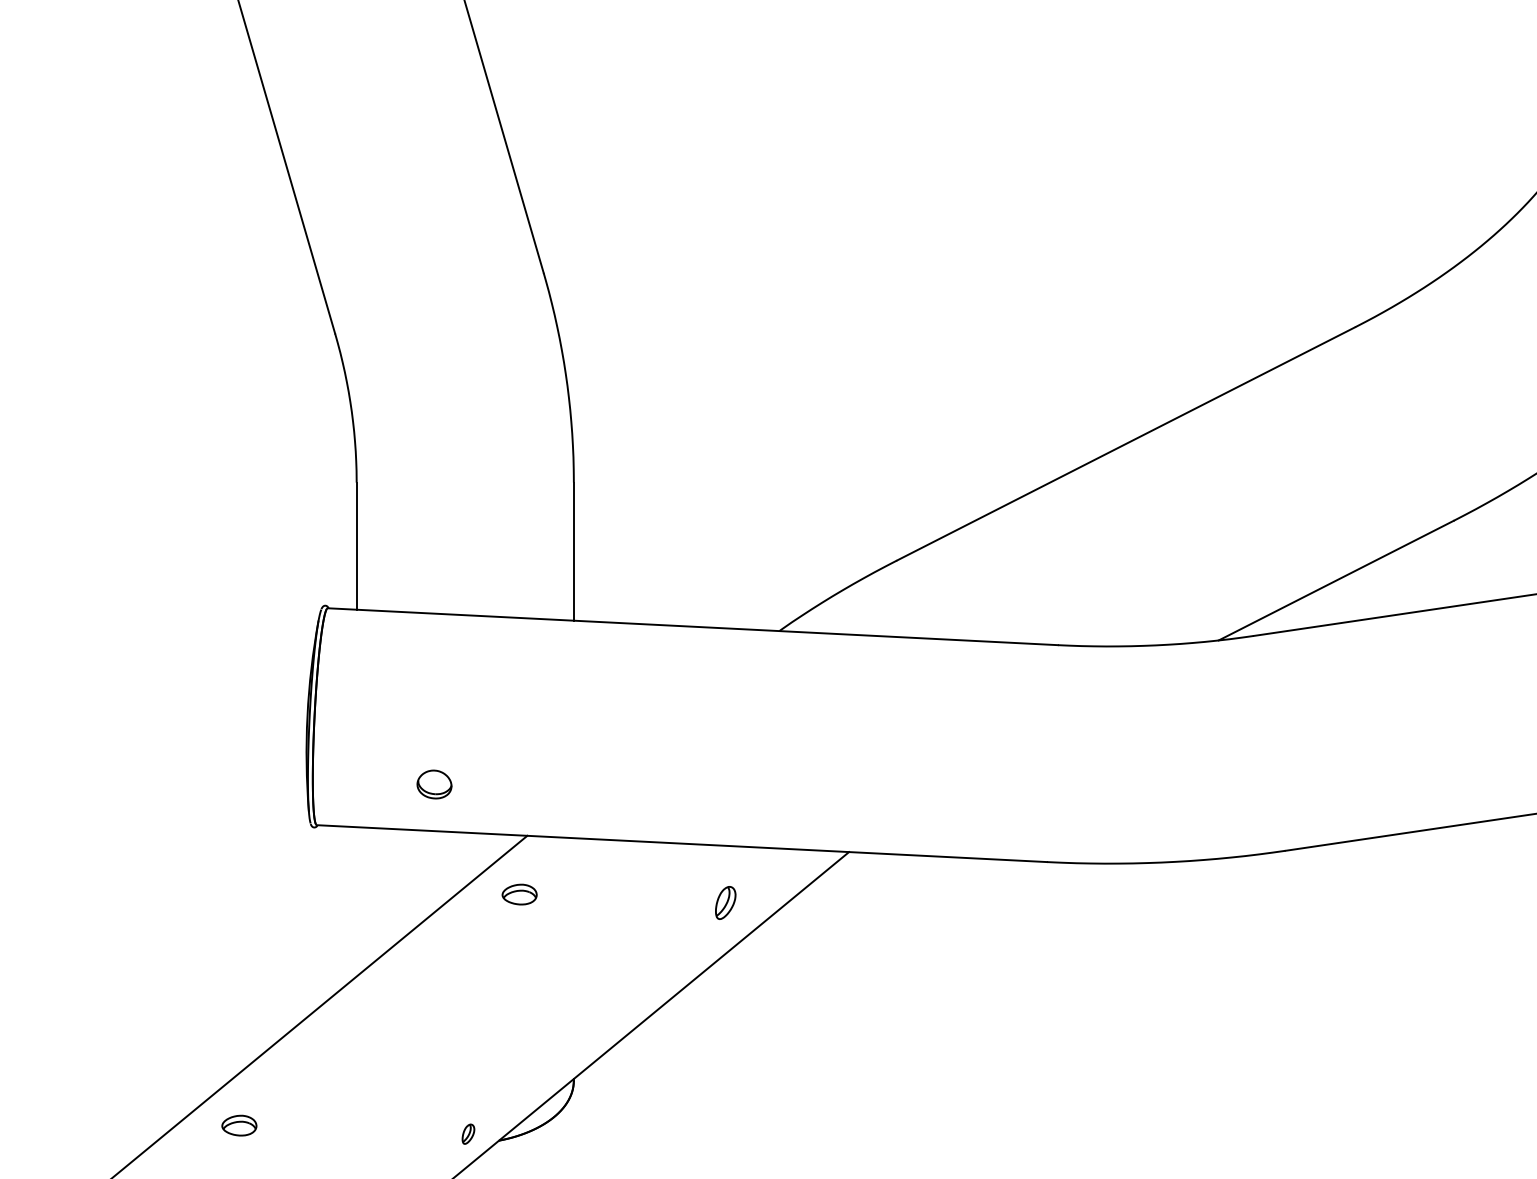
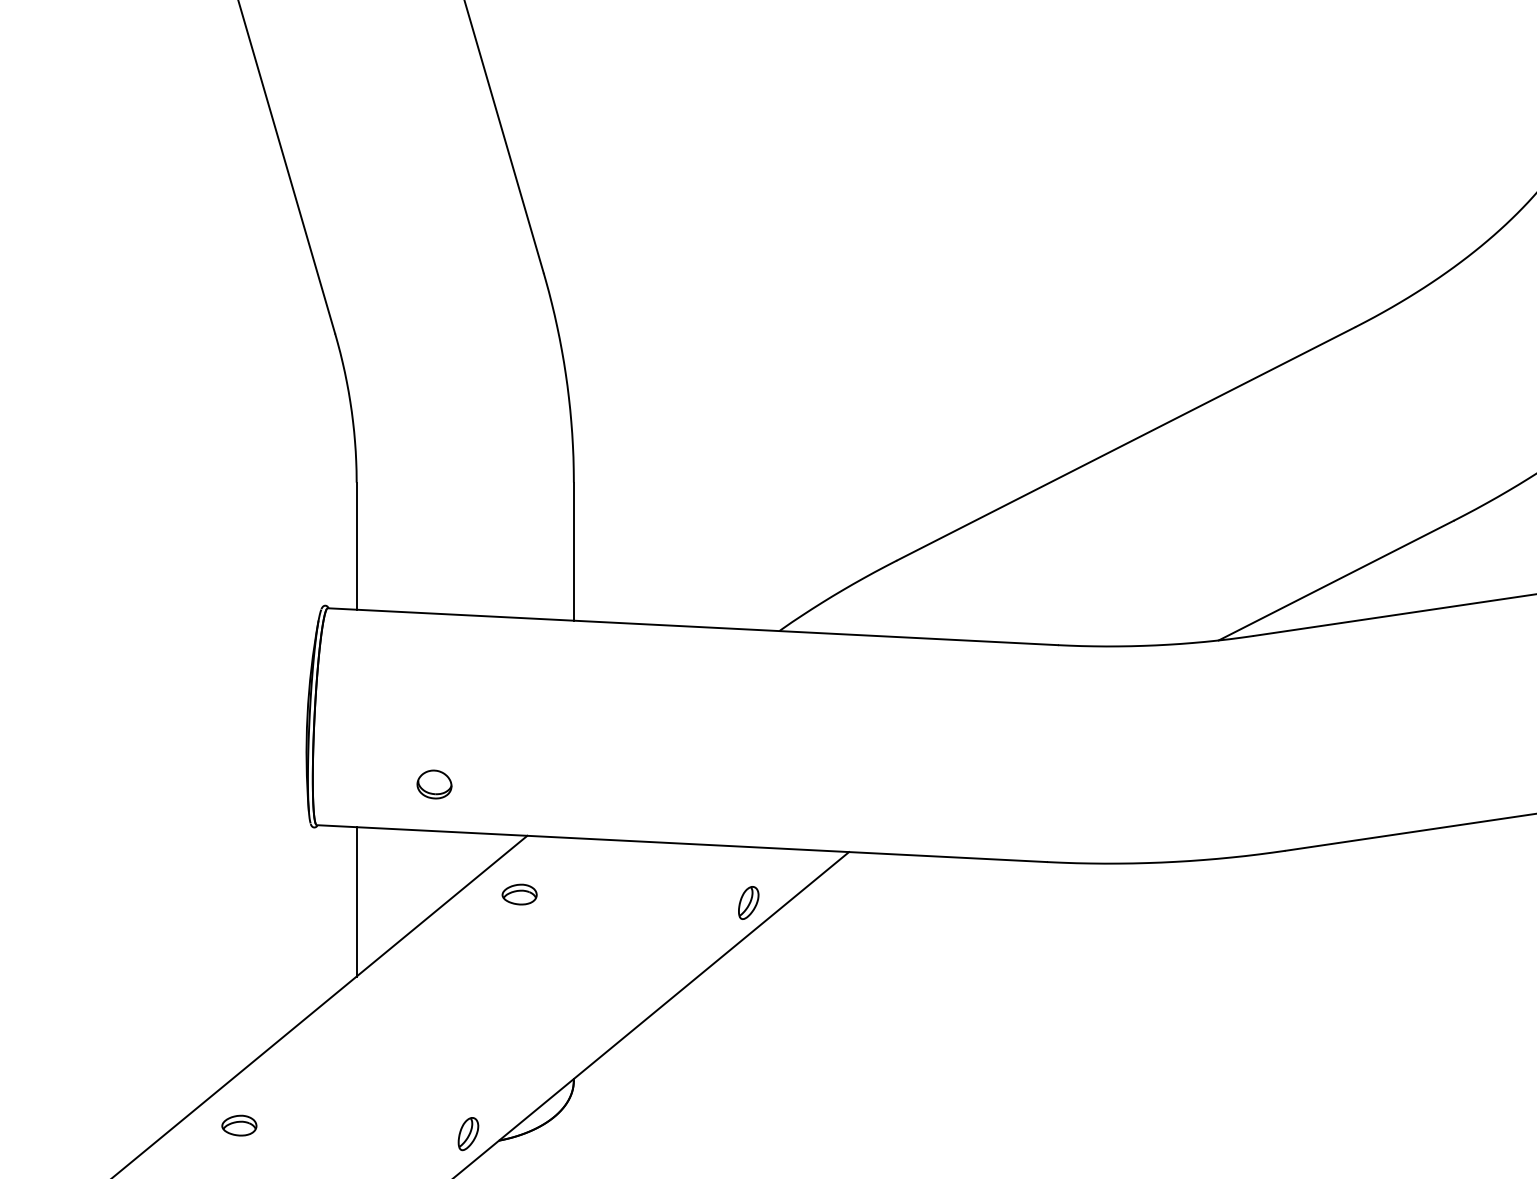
line at (356, 901): none -> present
part at (725, 902) position: (725, 902) -> (748, 902)
part at (468, 1133) size: 15x22 px -> 23x35 px
